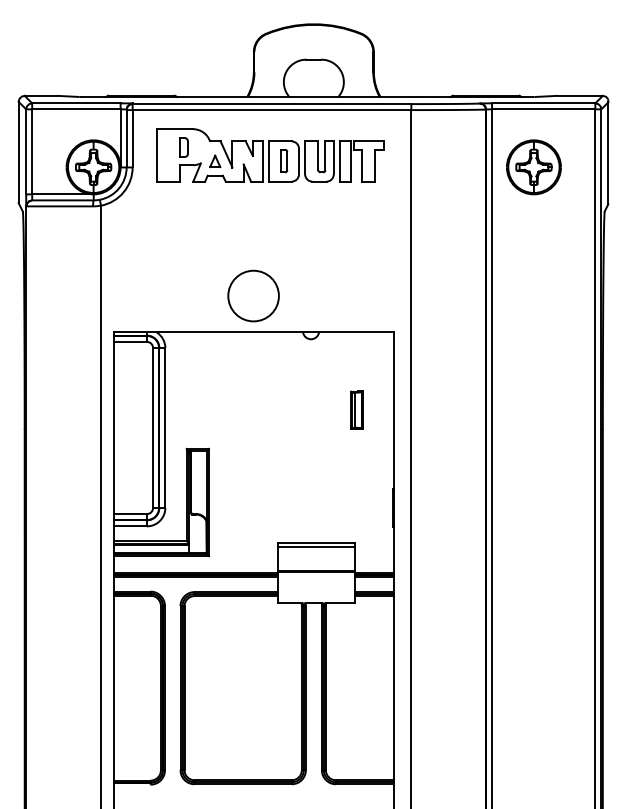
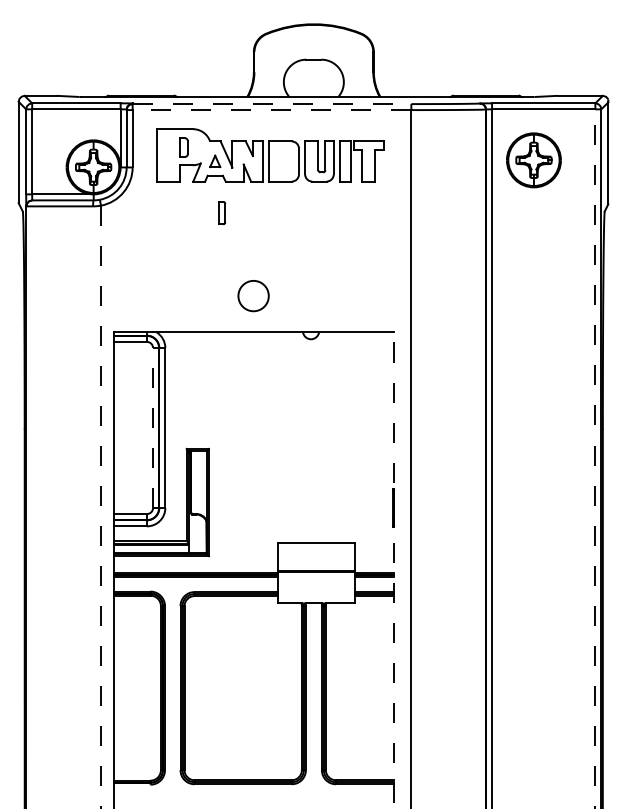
line at (272, 104): solid -> dashed
line at (271, 110): solid -> dashed
part at (284, 161) position: (284, 161) -> (222, 213)
part at (533, 167) position: (533, 167) -> (533, 160)
circle at (253, 295) diameter: 51 px -> 30 px
part at (356, 409): present -> none
line at (153, 427): solid -> dashed
line at (595, 458): solid -> dashed
line at (101, 507): solid -> dashed
line at (315, 546): present -> none
line at (394, 570): solid -> dashed
